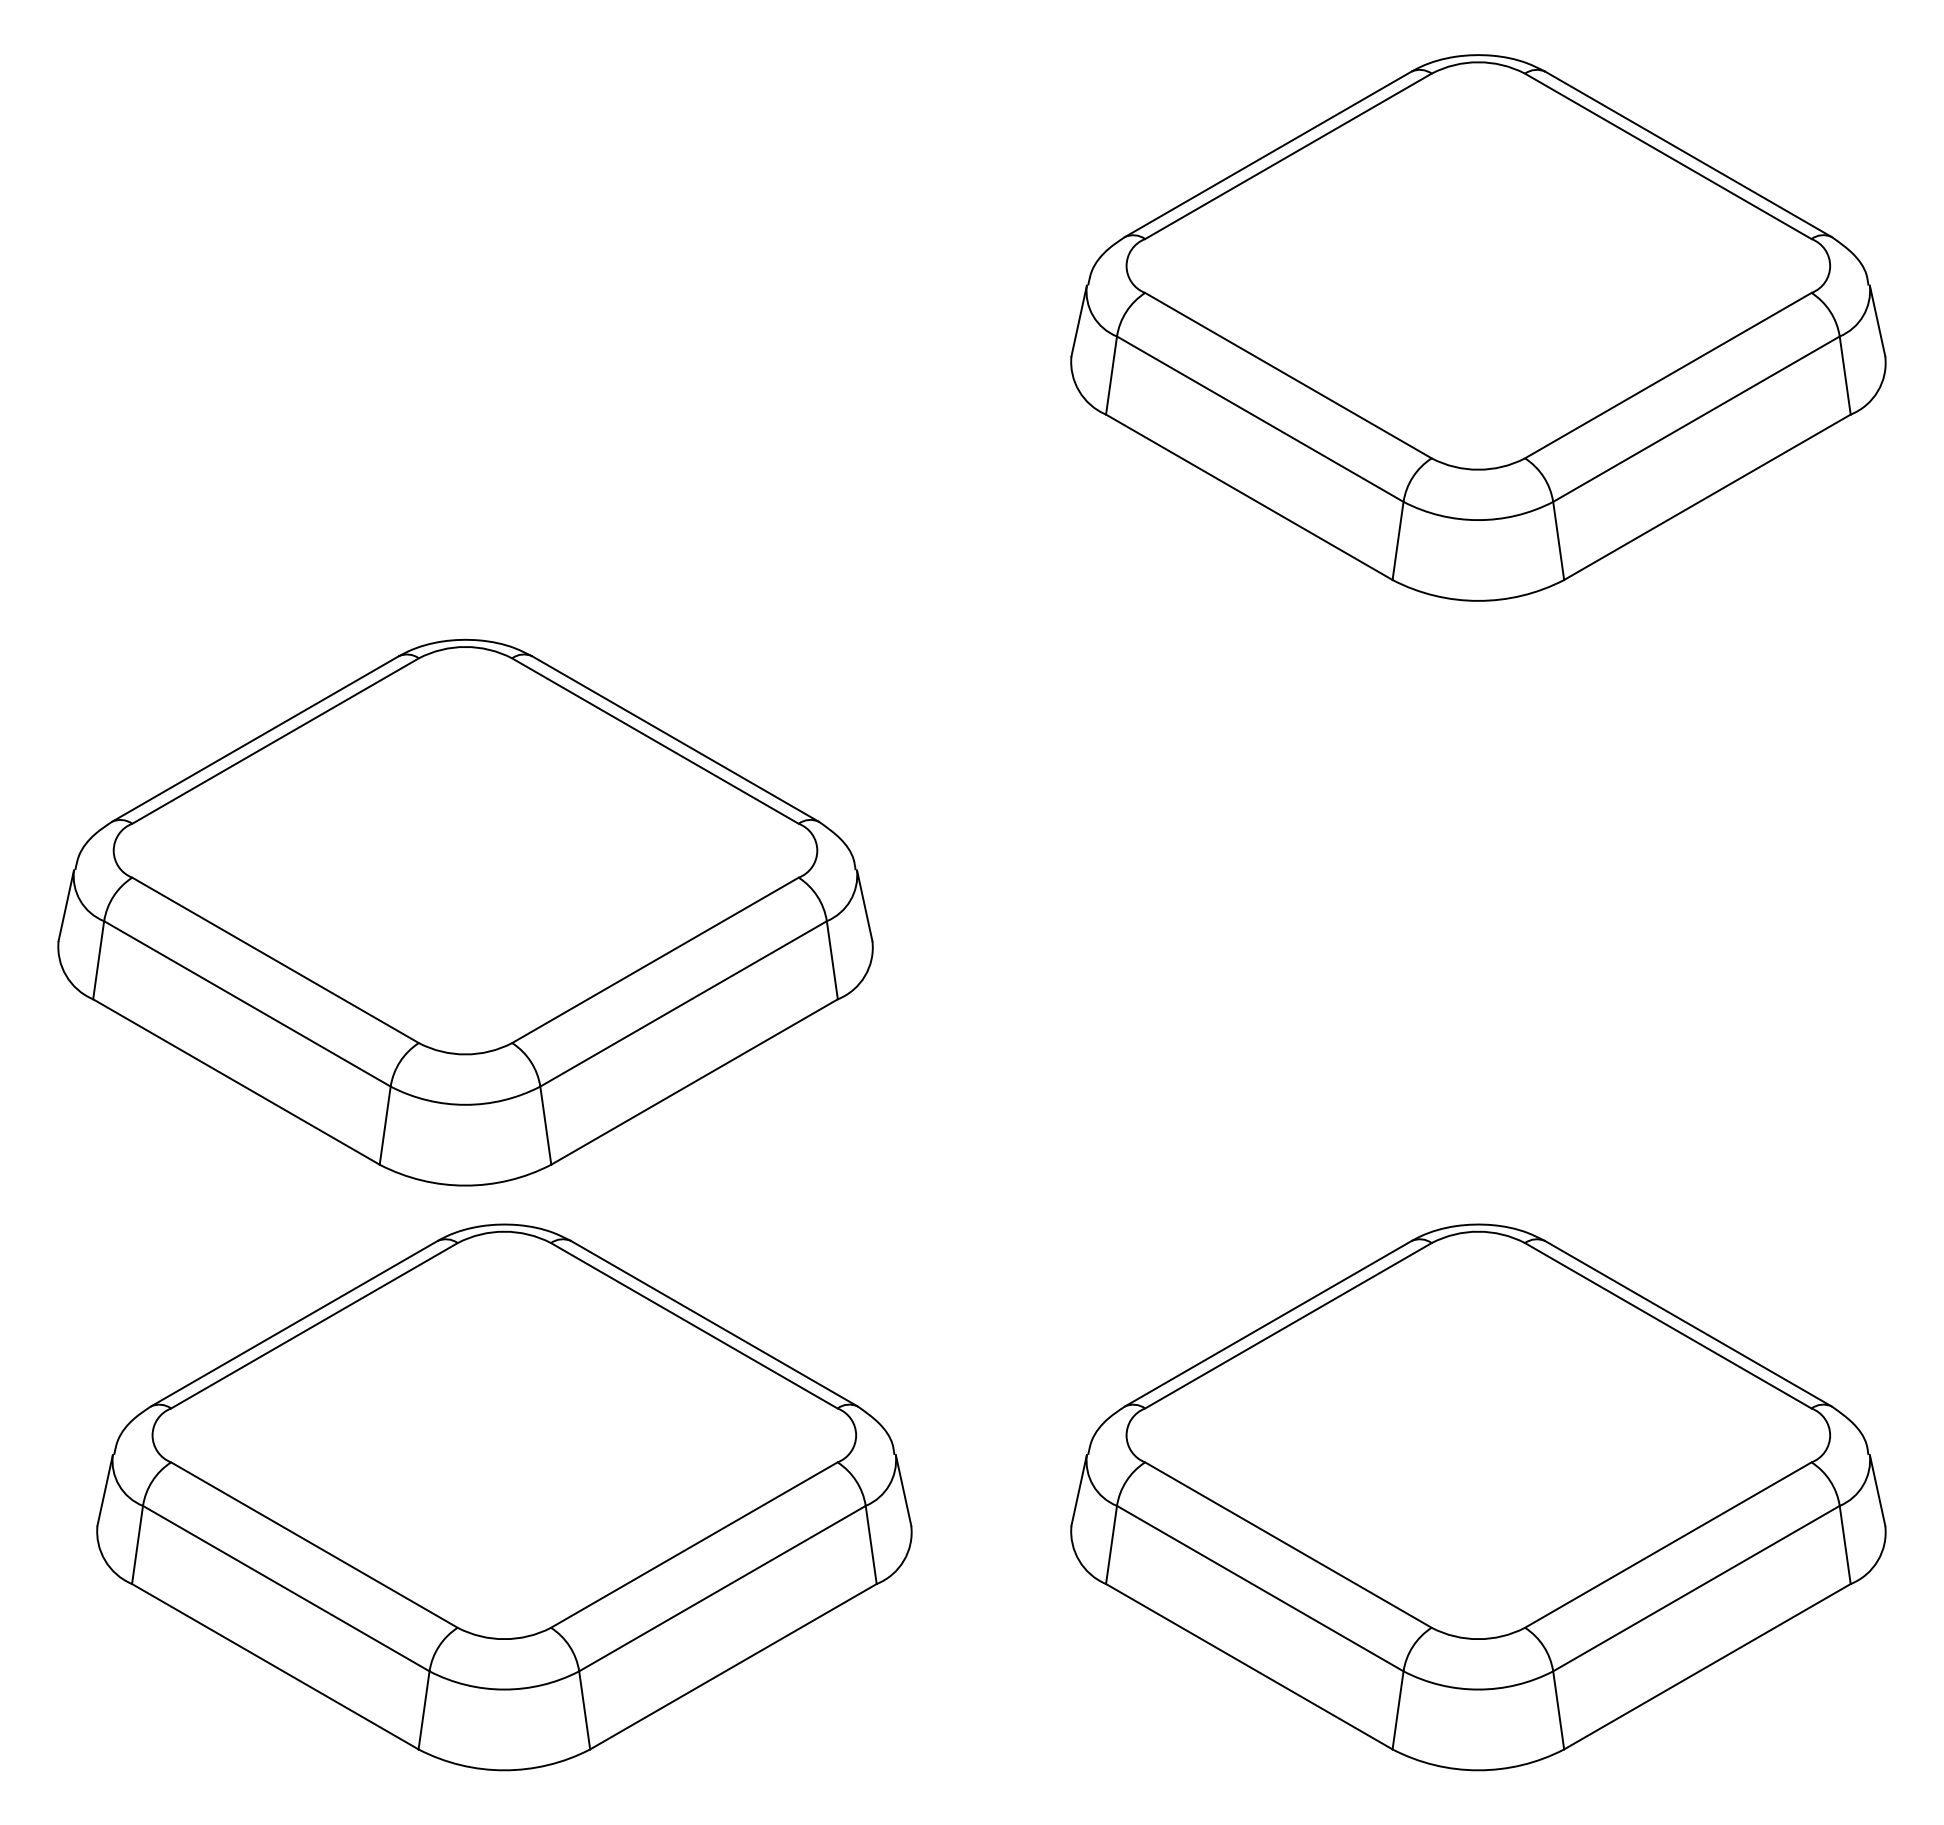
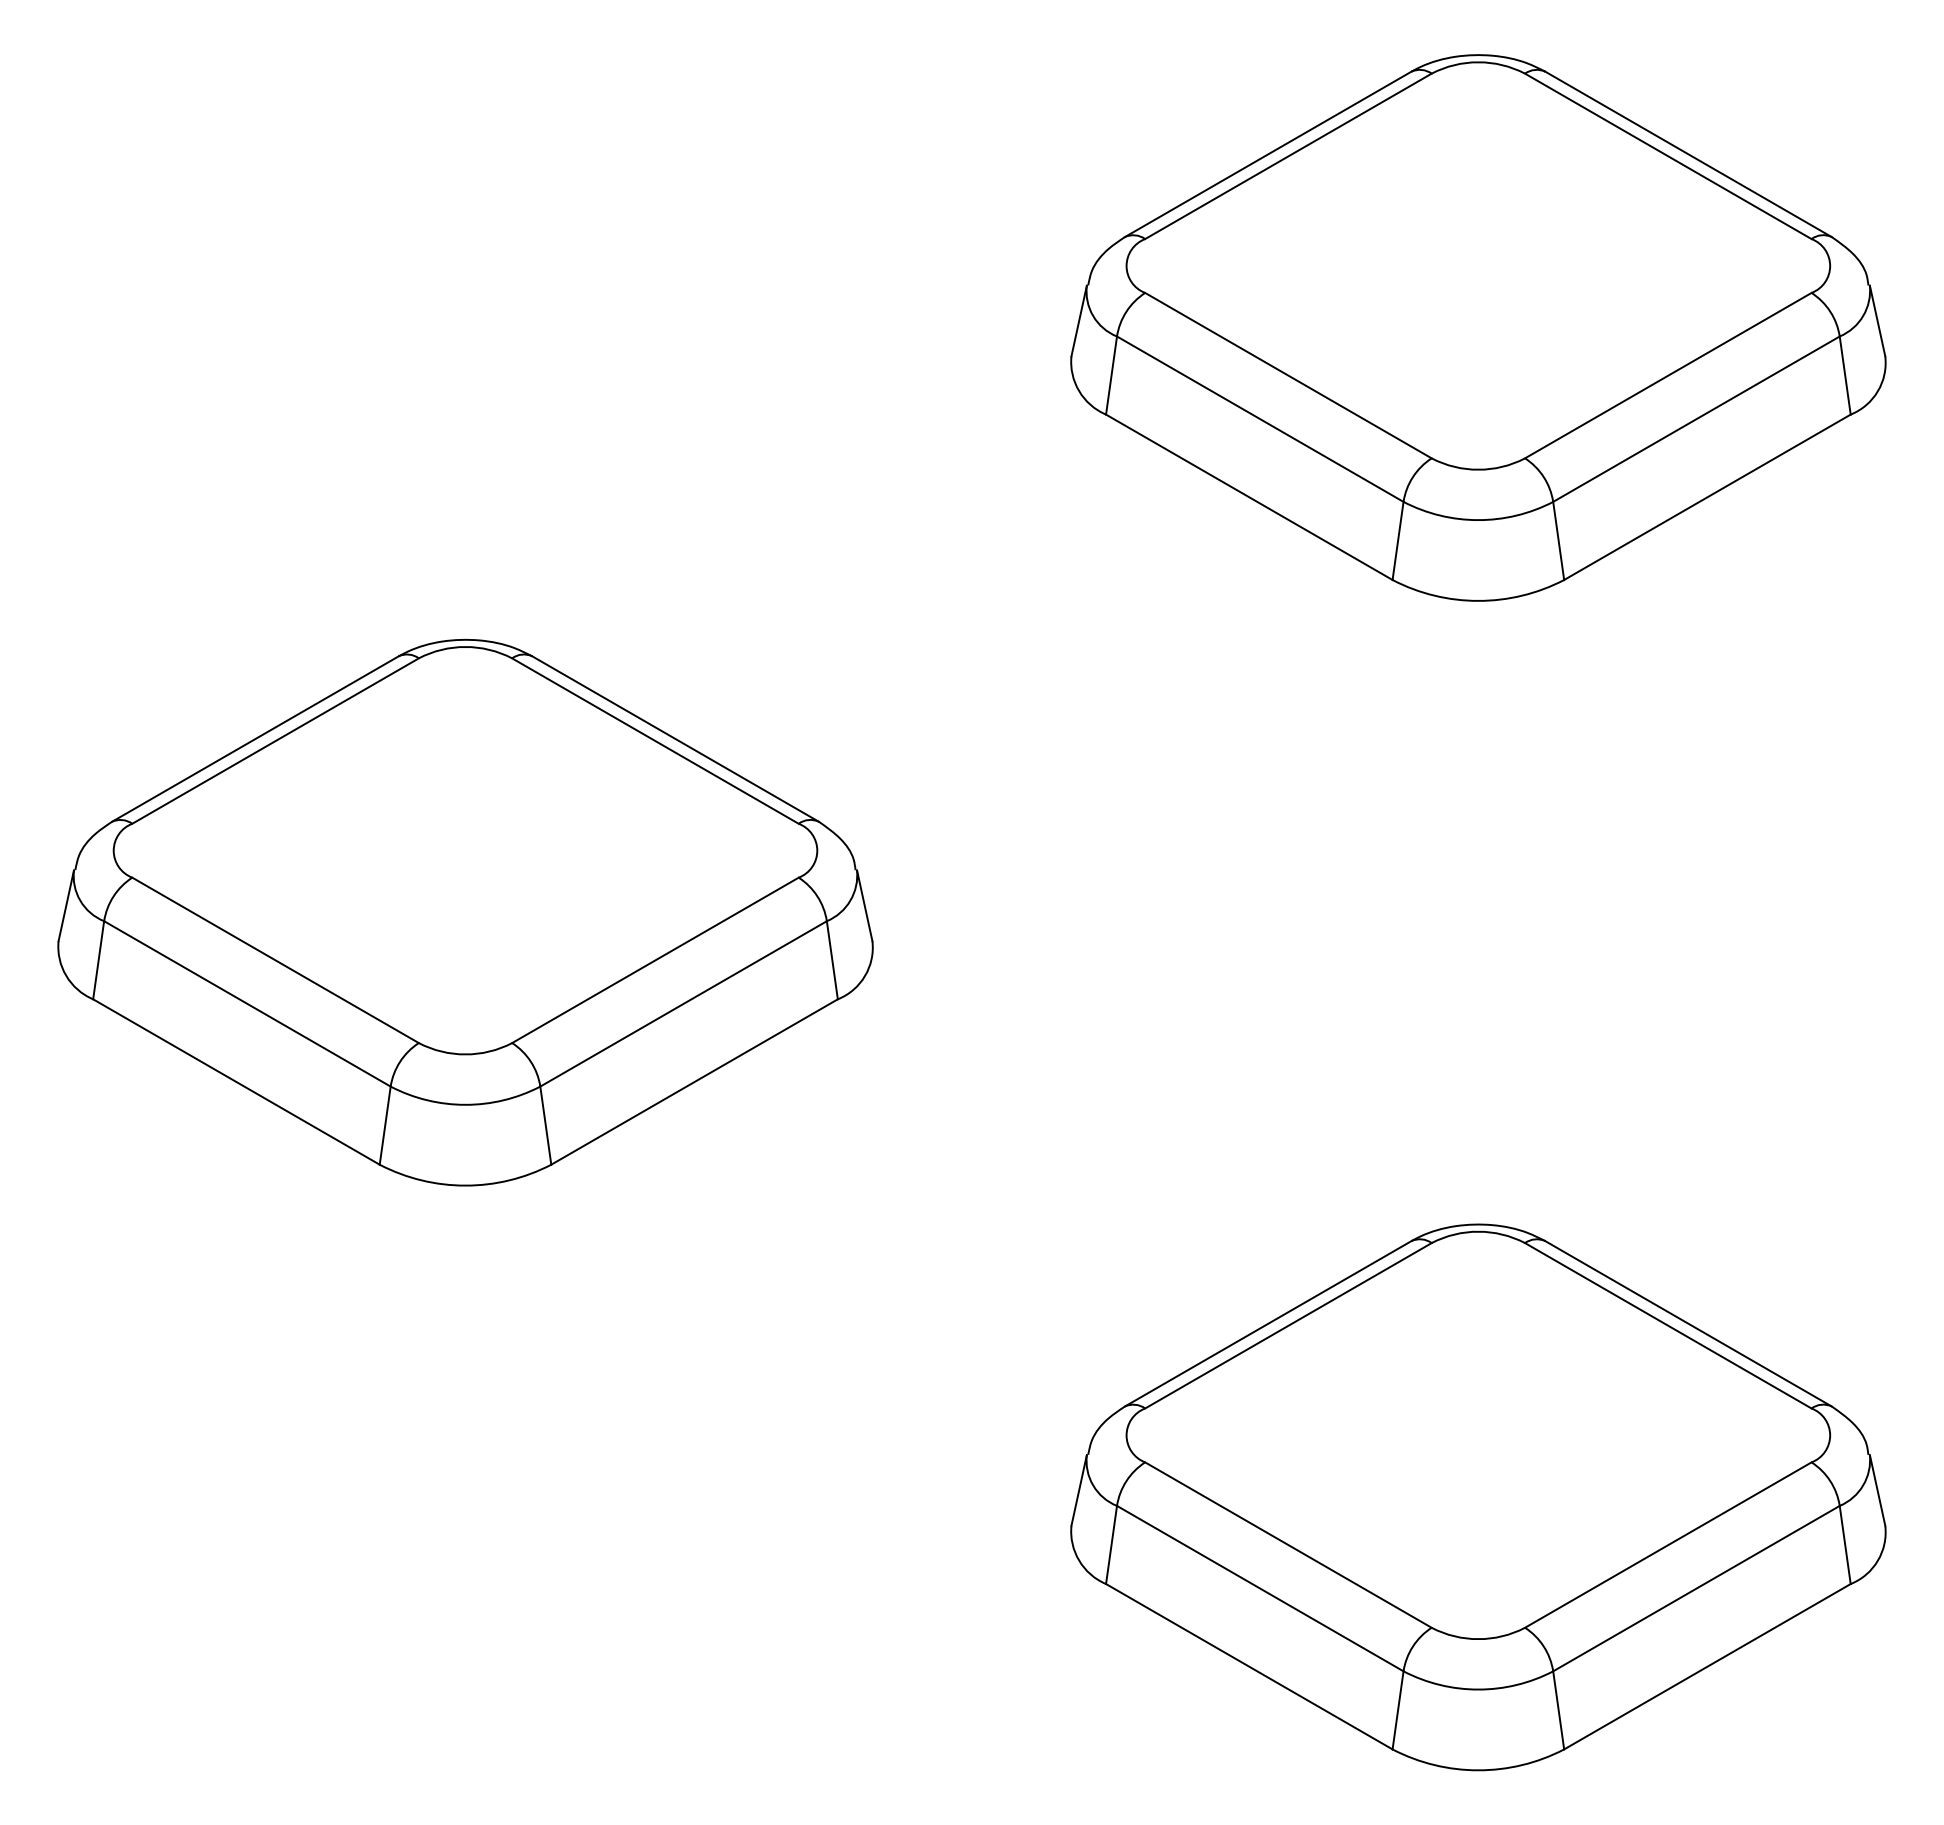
part at (504, 1497): present -> none
